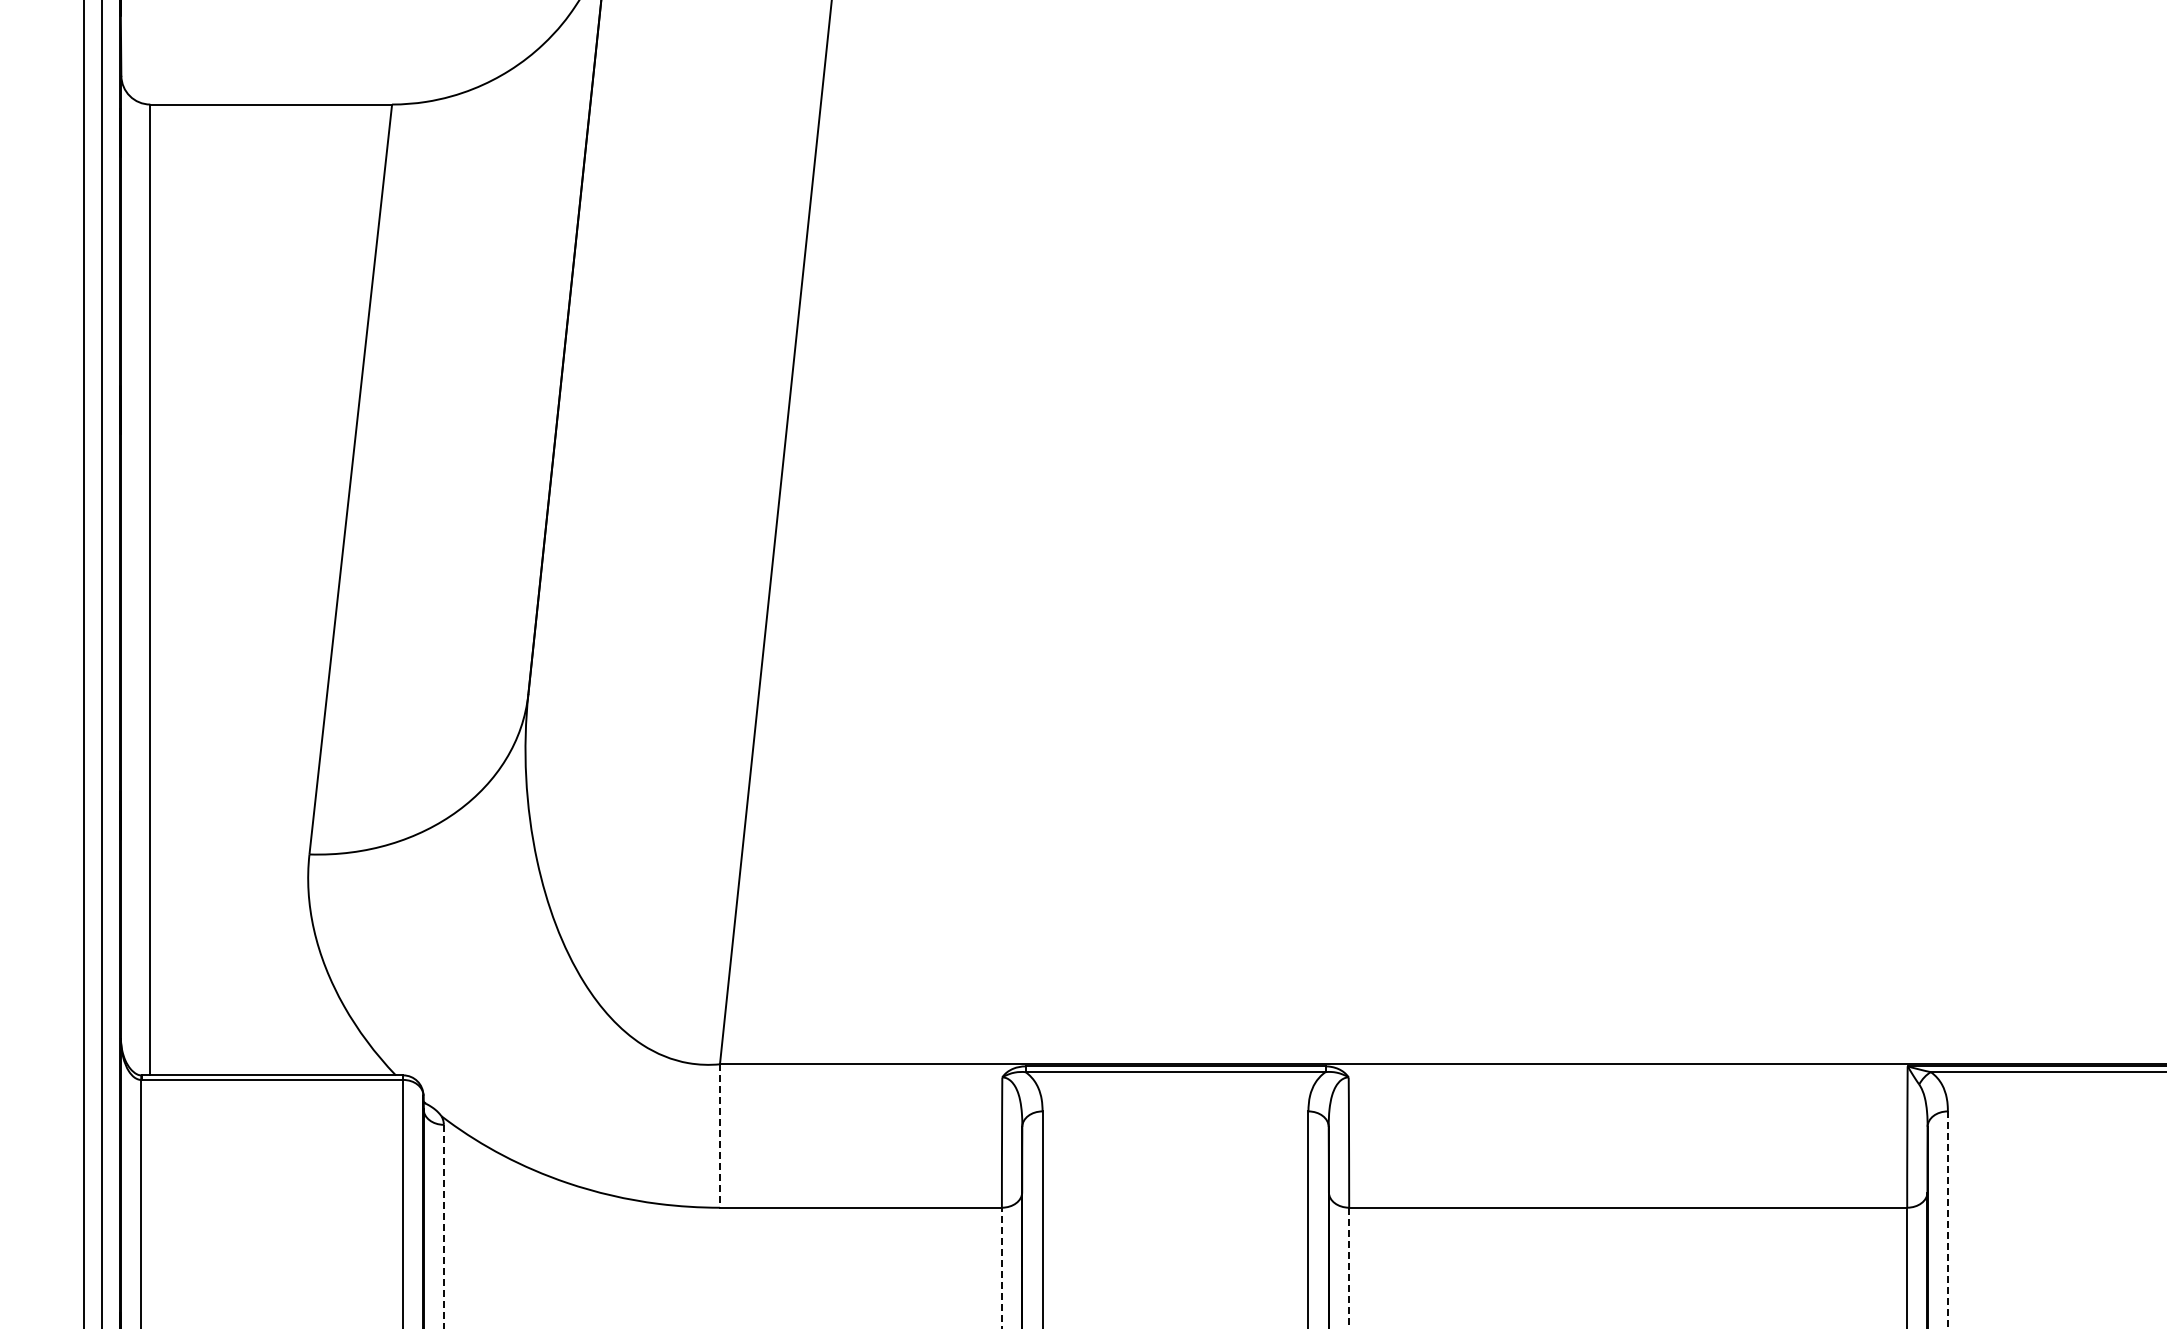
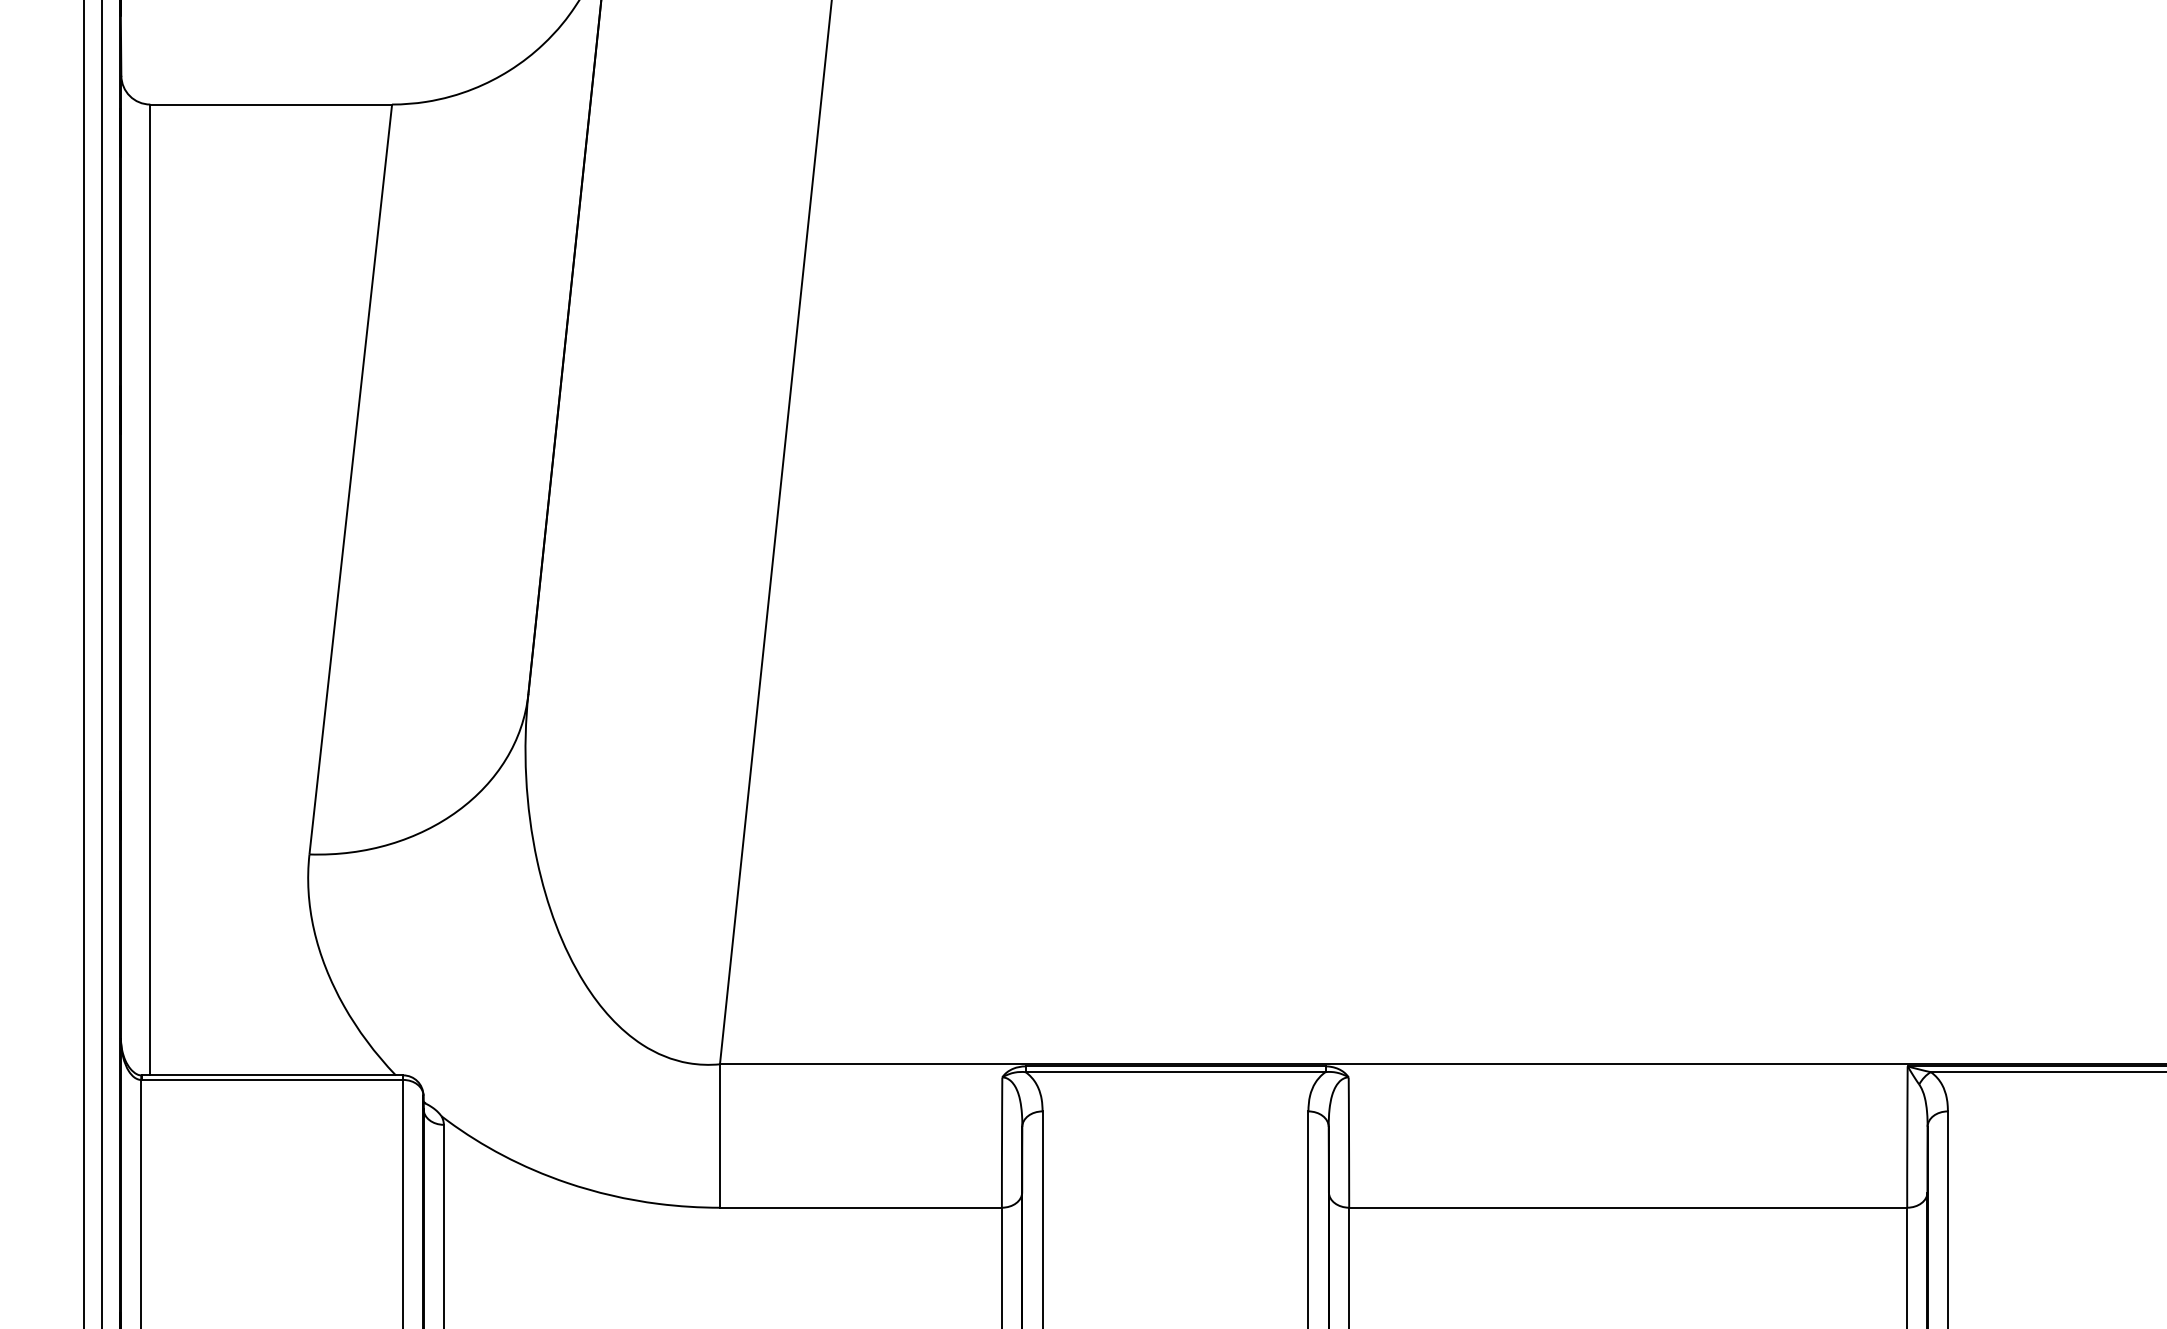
line at (719, 1136): dashed -> solid
line at (1947, 1220): dashed -> solid
line at (443, 1226): dashed -> solid
line at (1001, 1267): dashed -> solid
line at (1349, 1268): dashed -> solid
